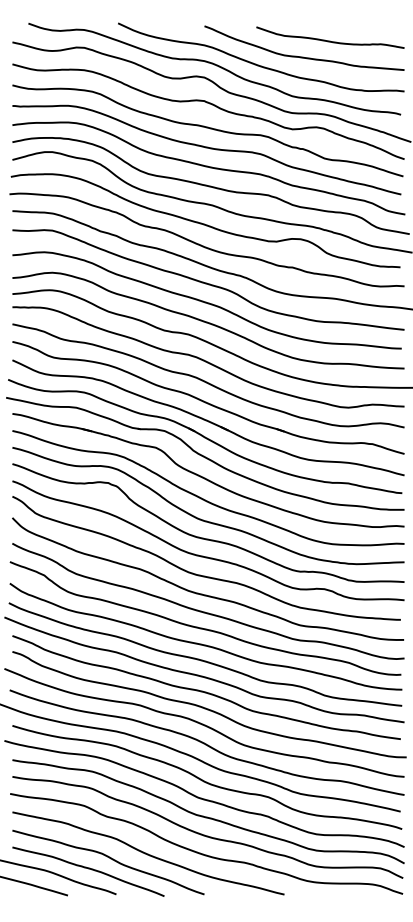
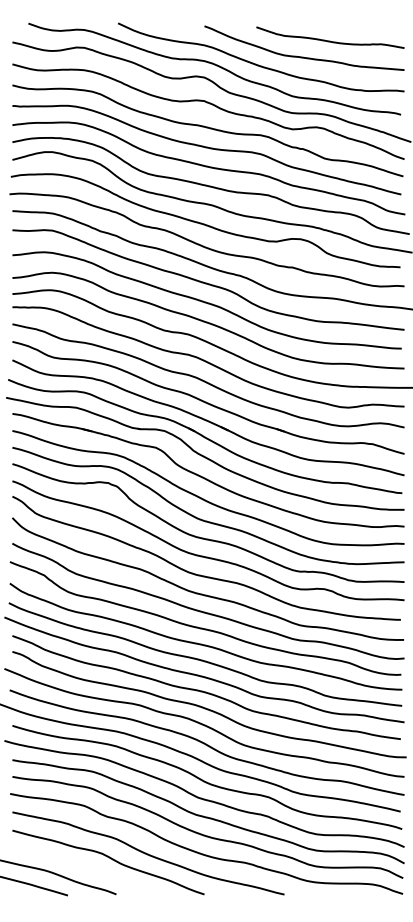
curve at (88, 869): present -> none
